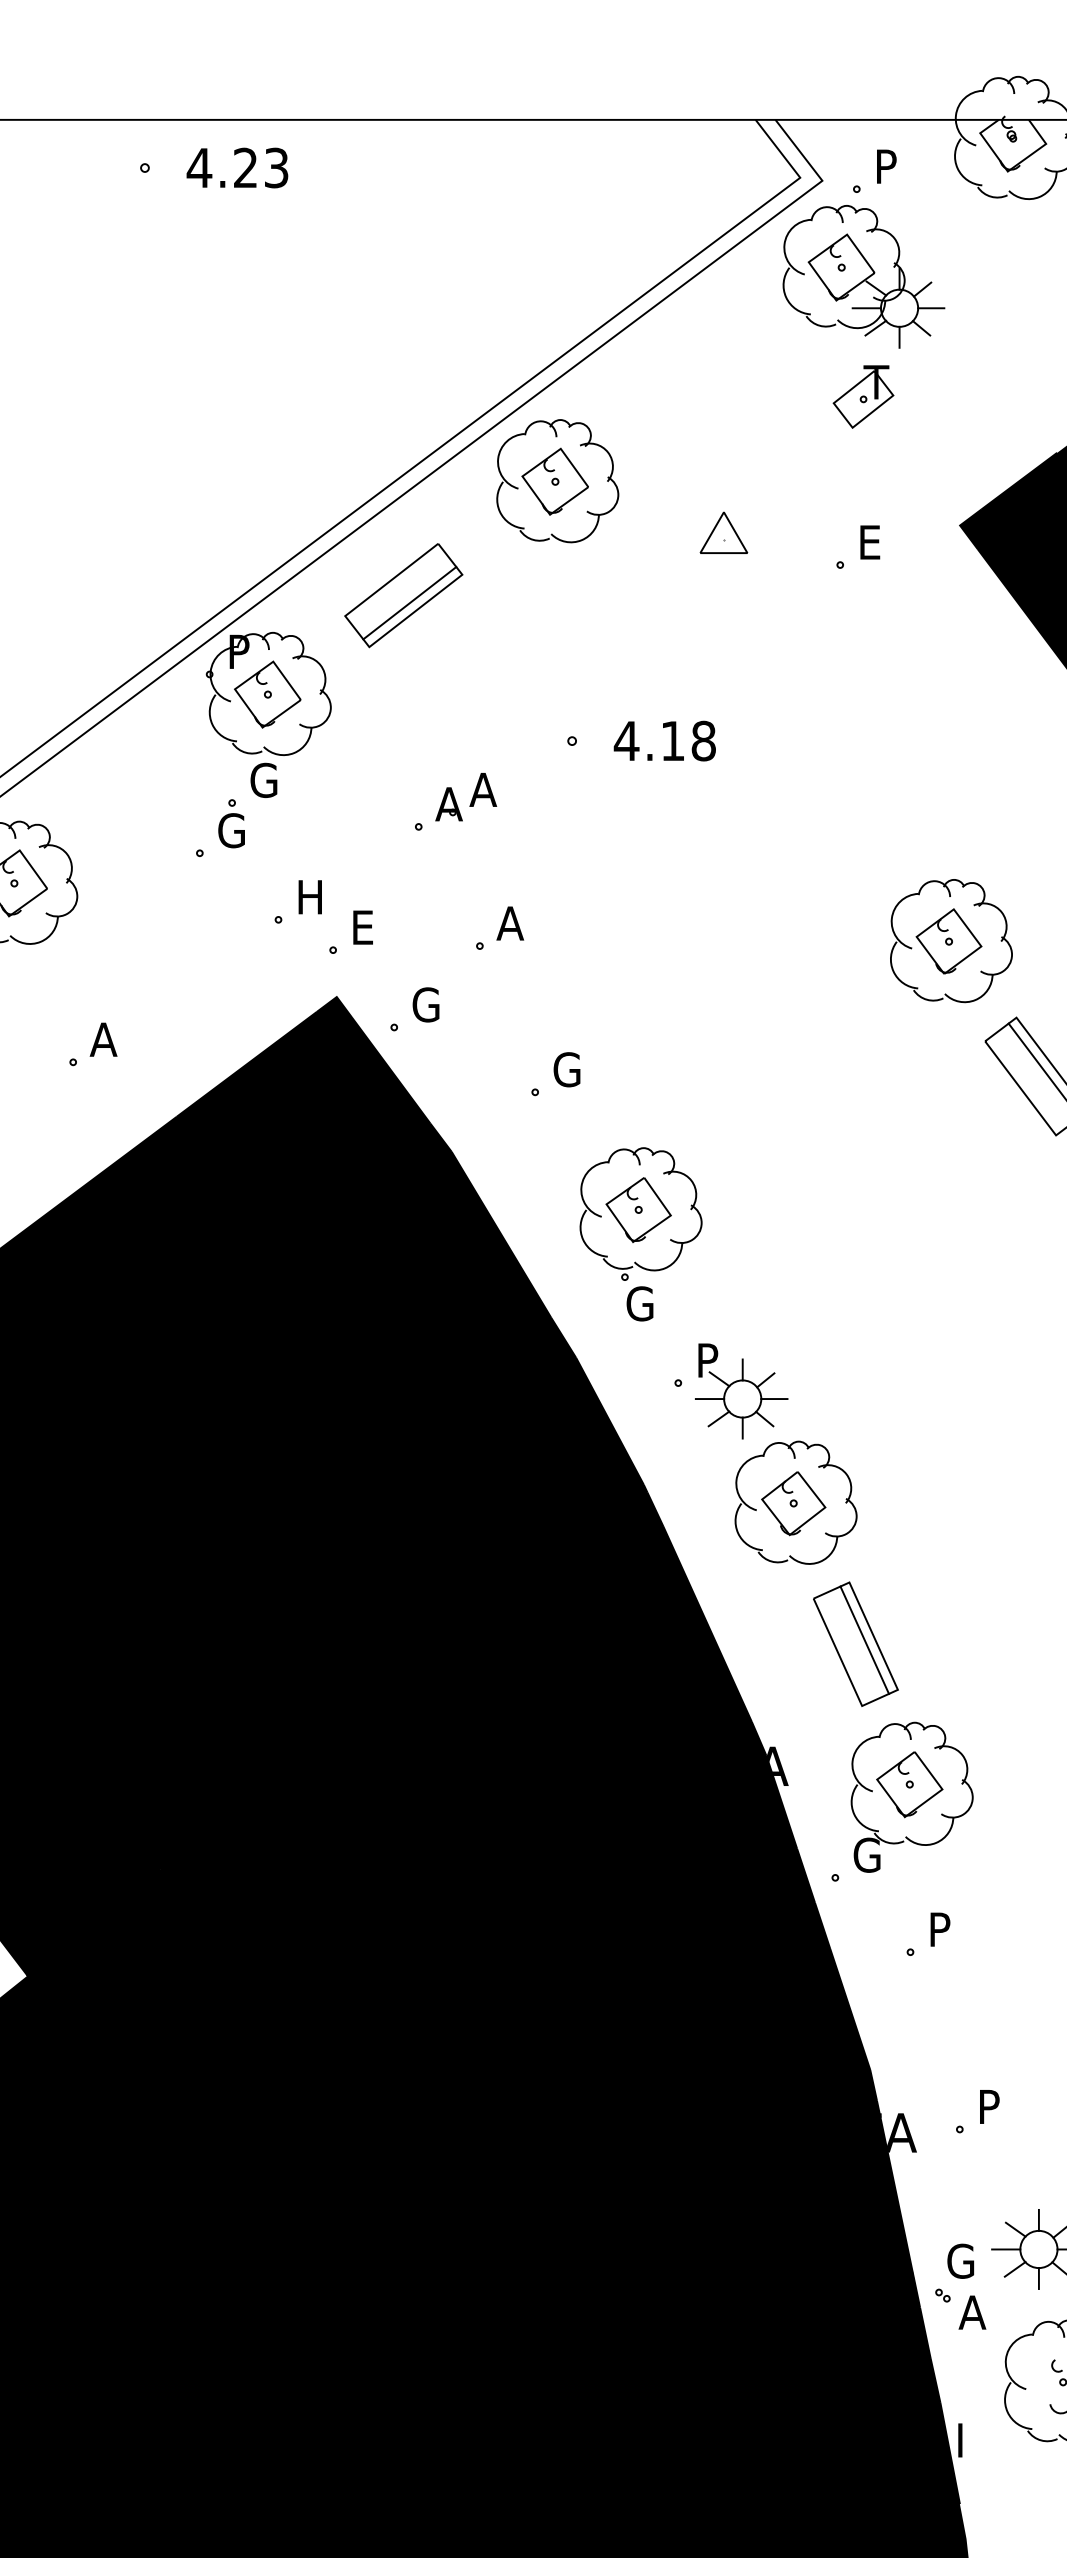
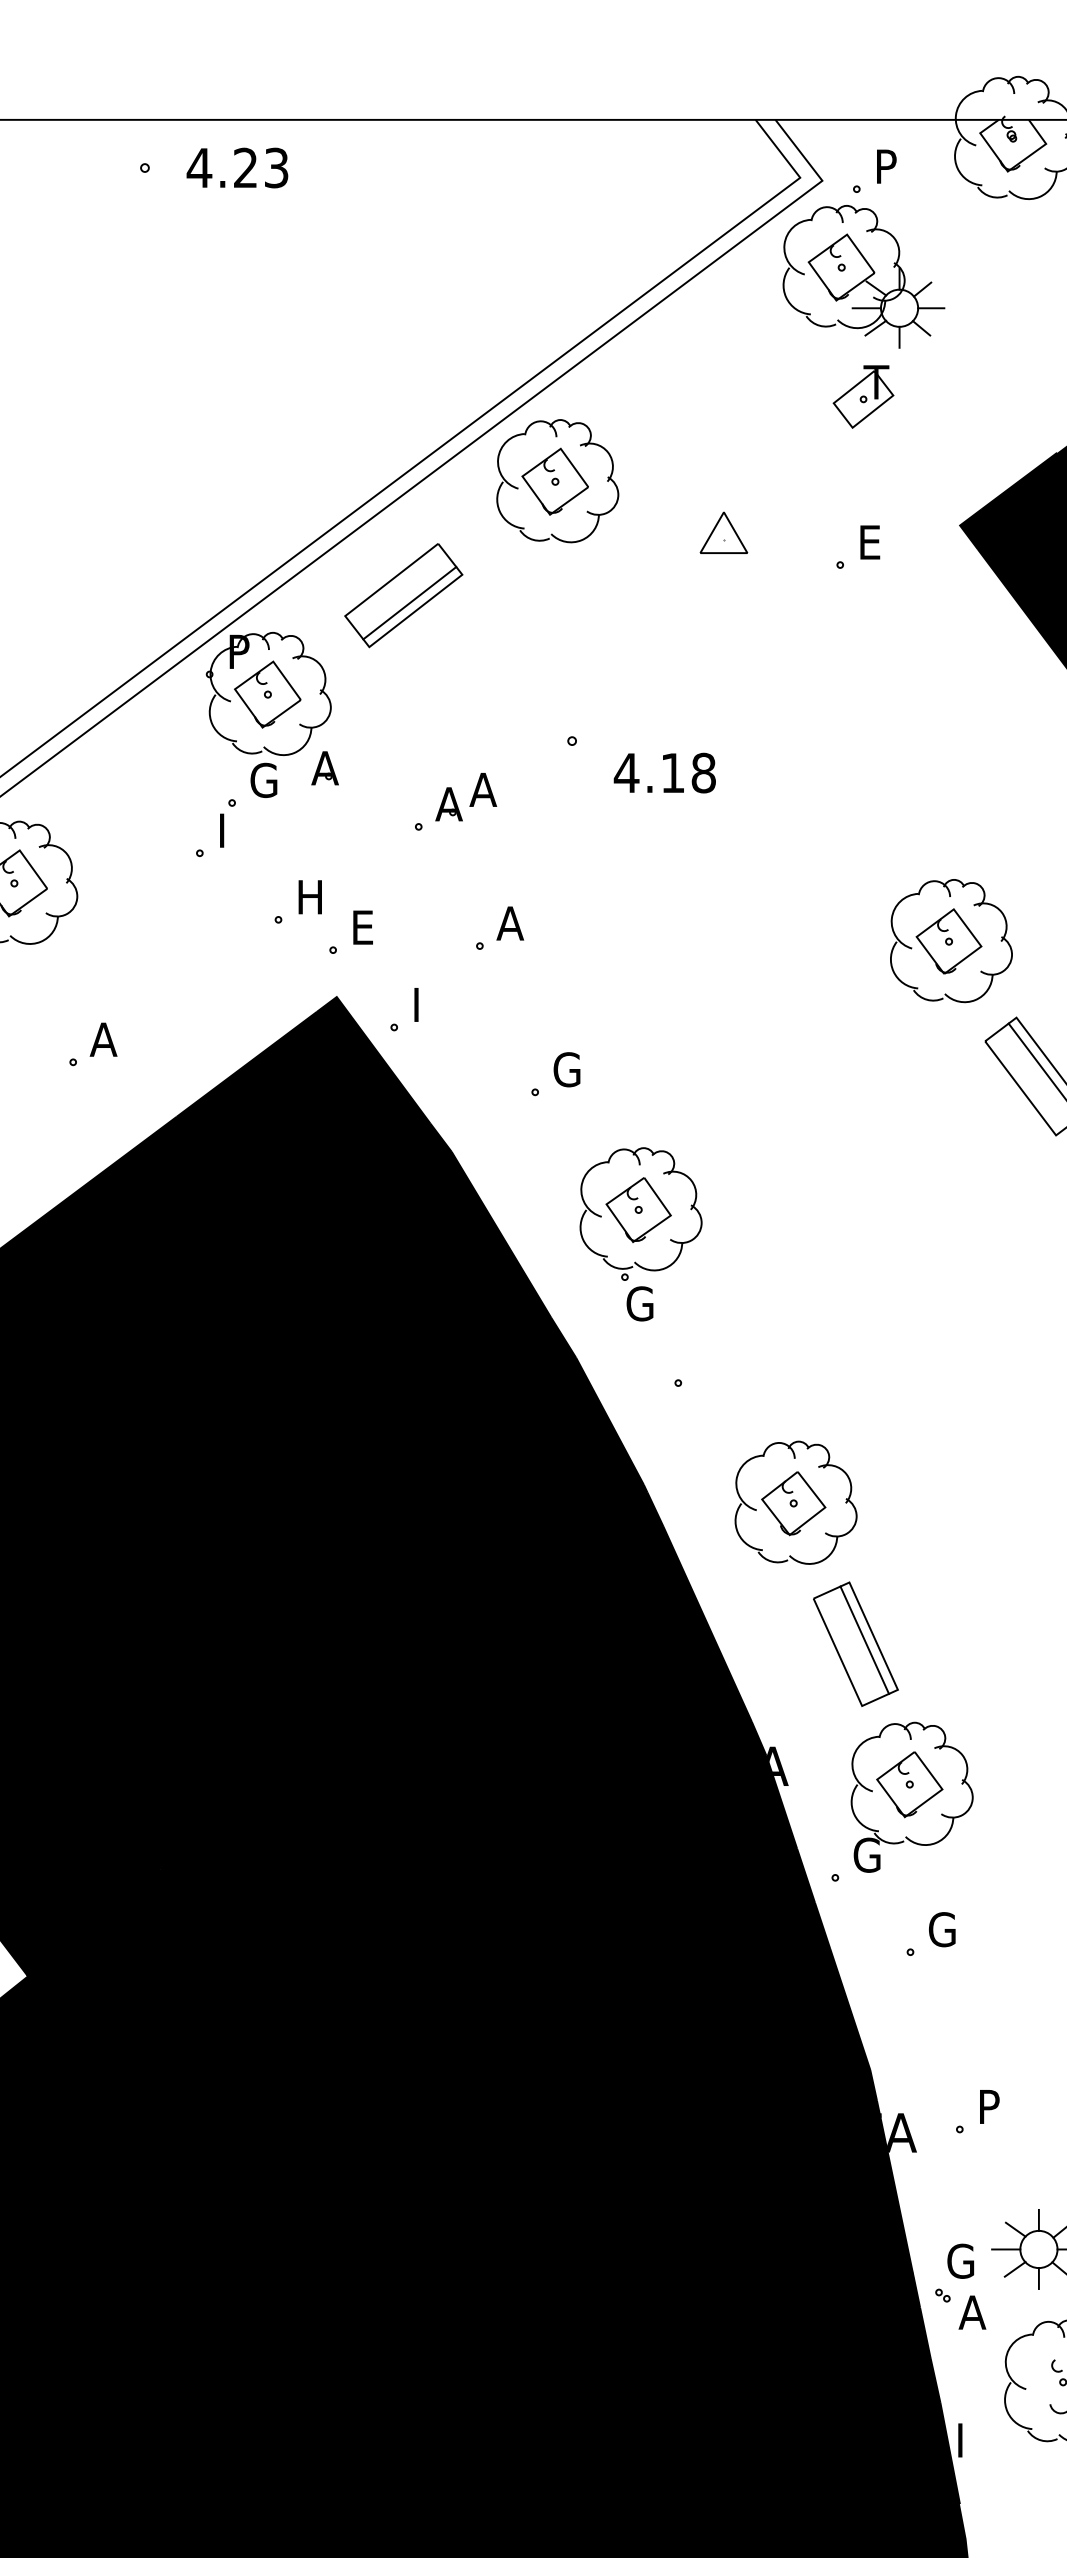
text at (664, 740) position: (664, 740) -> (664, 772)
part at (324, 768): none -> present
text at (231, 830): G -> I
text at (425, 1004): G -> I
part at (741, 1391): present -> none
text at (942, 1929): P -> G
